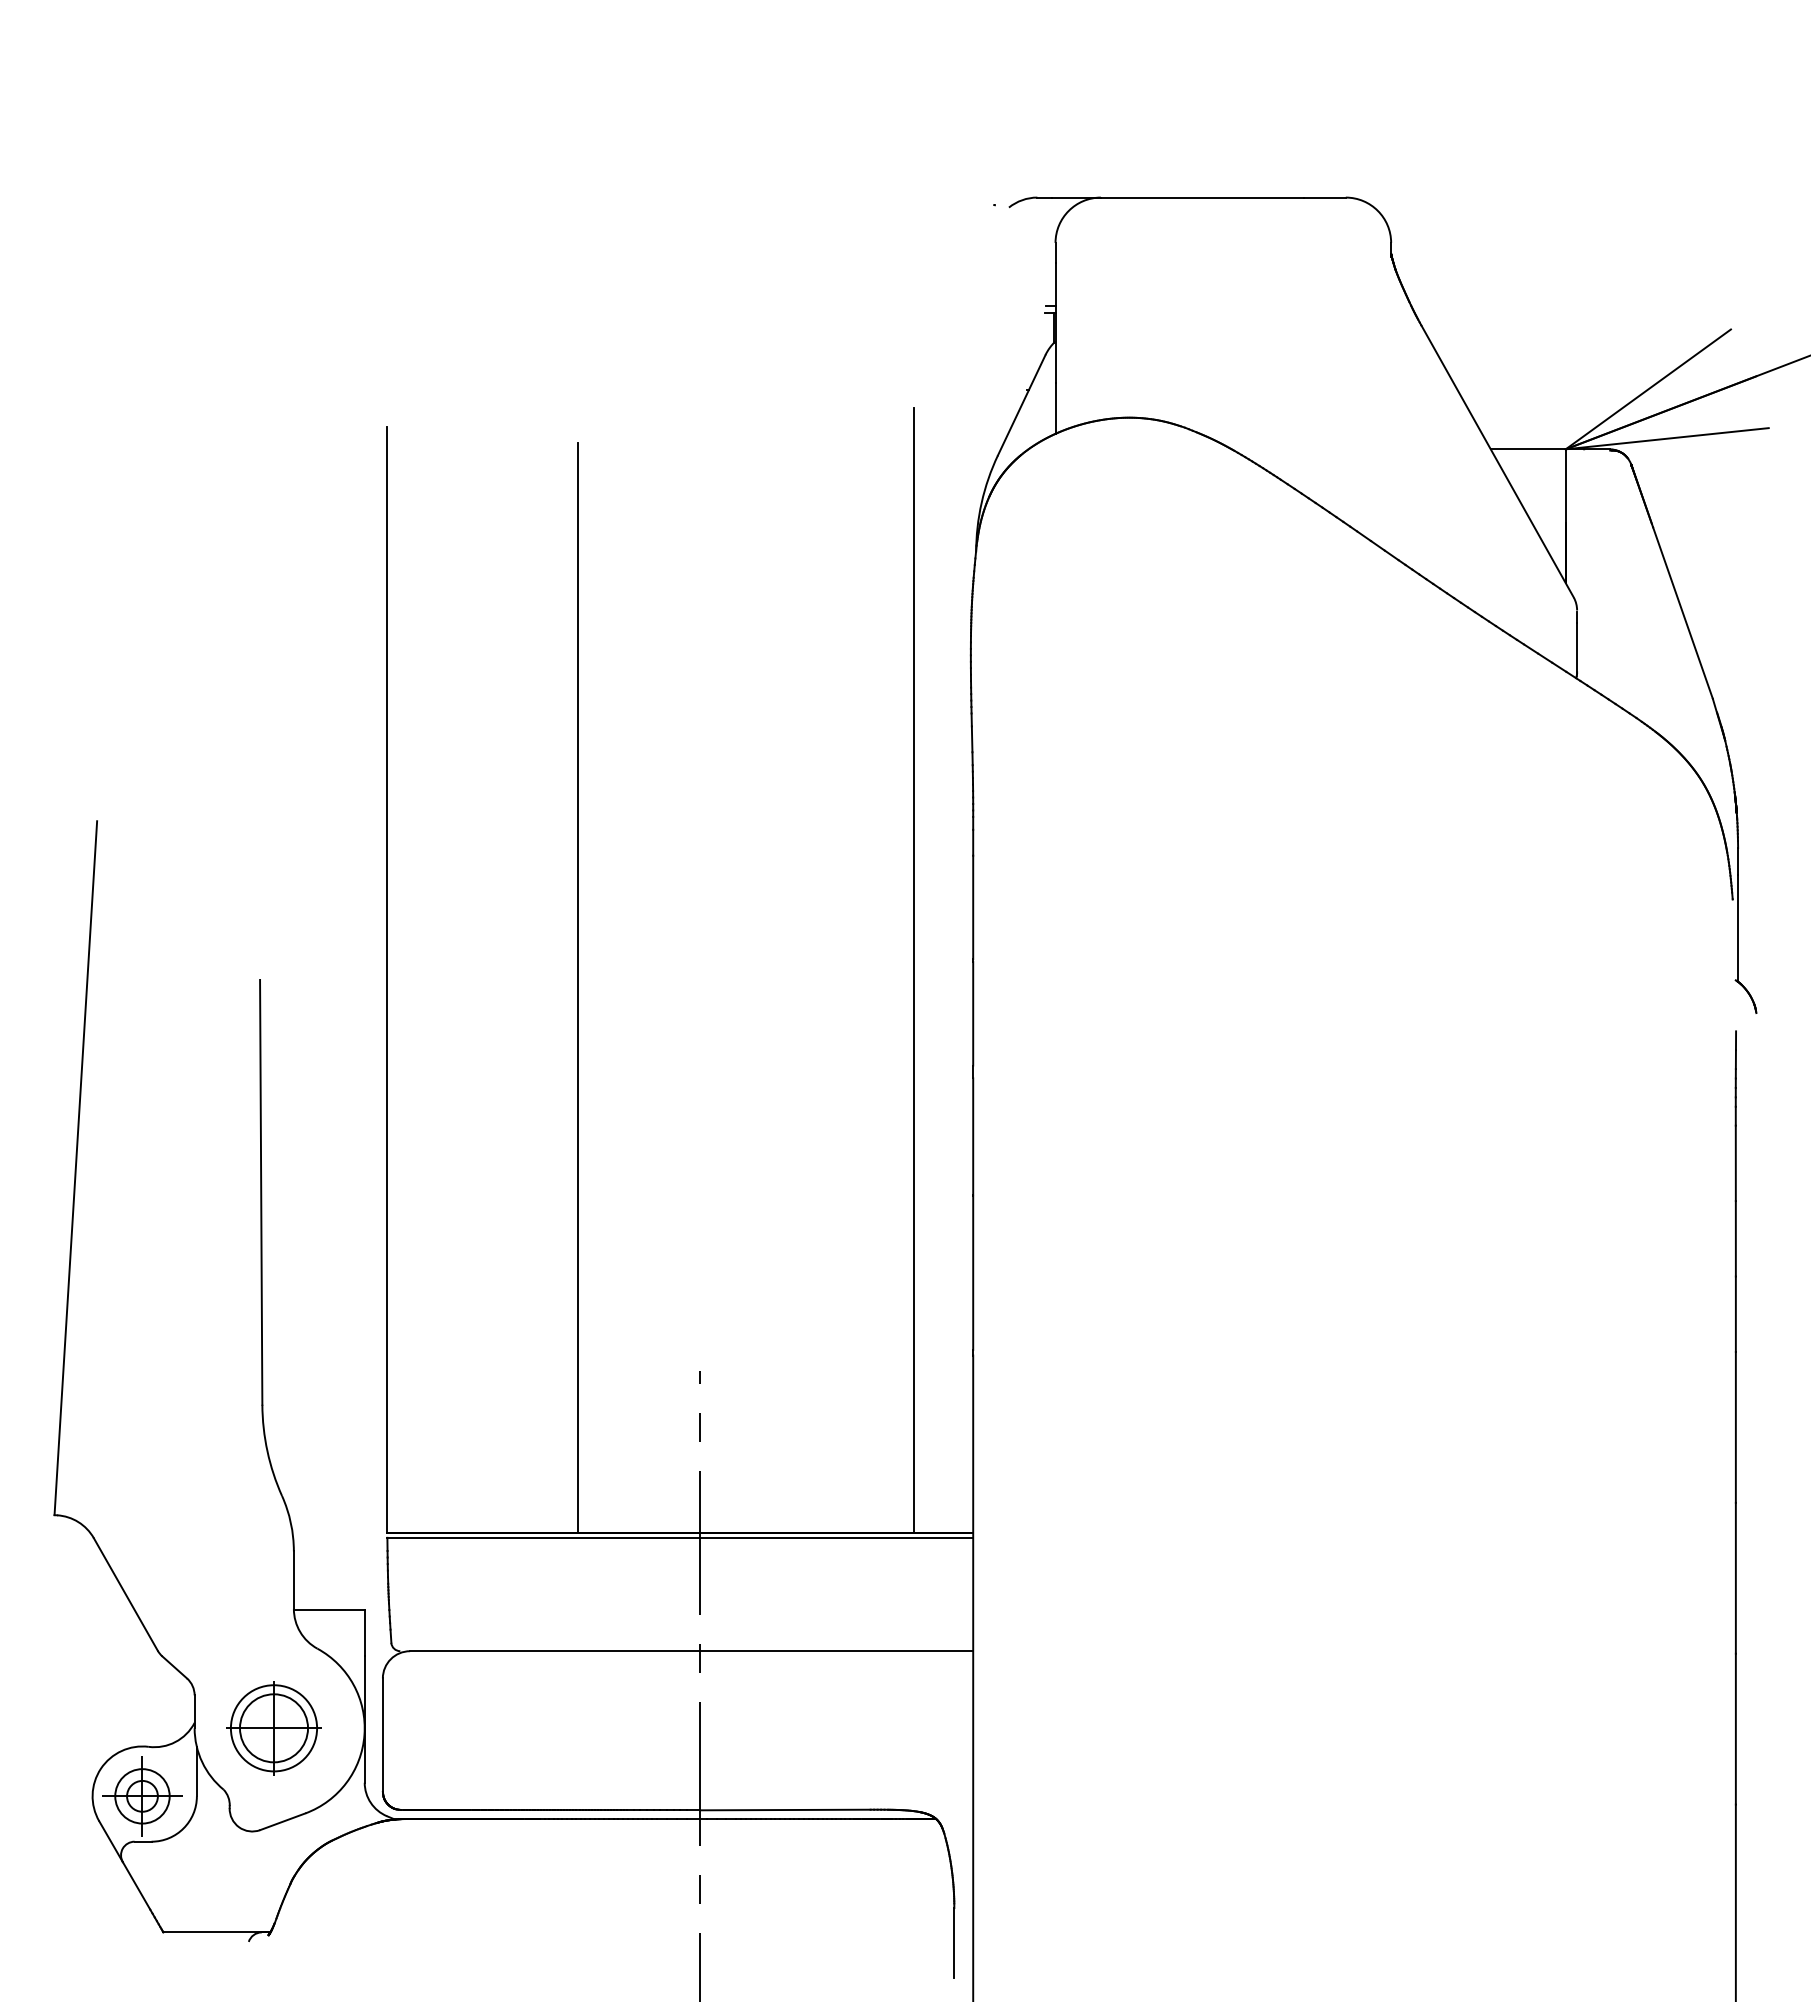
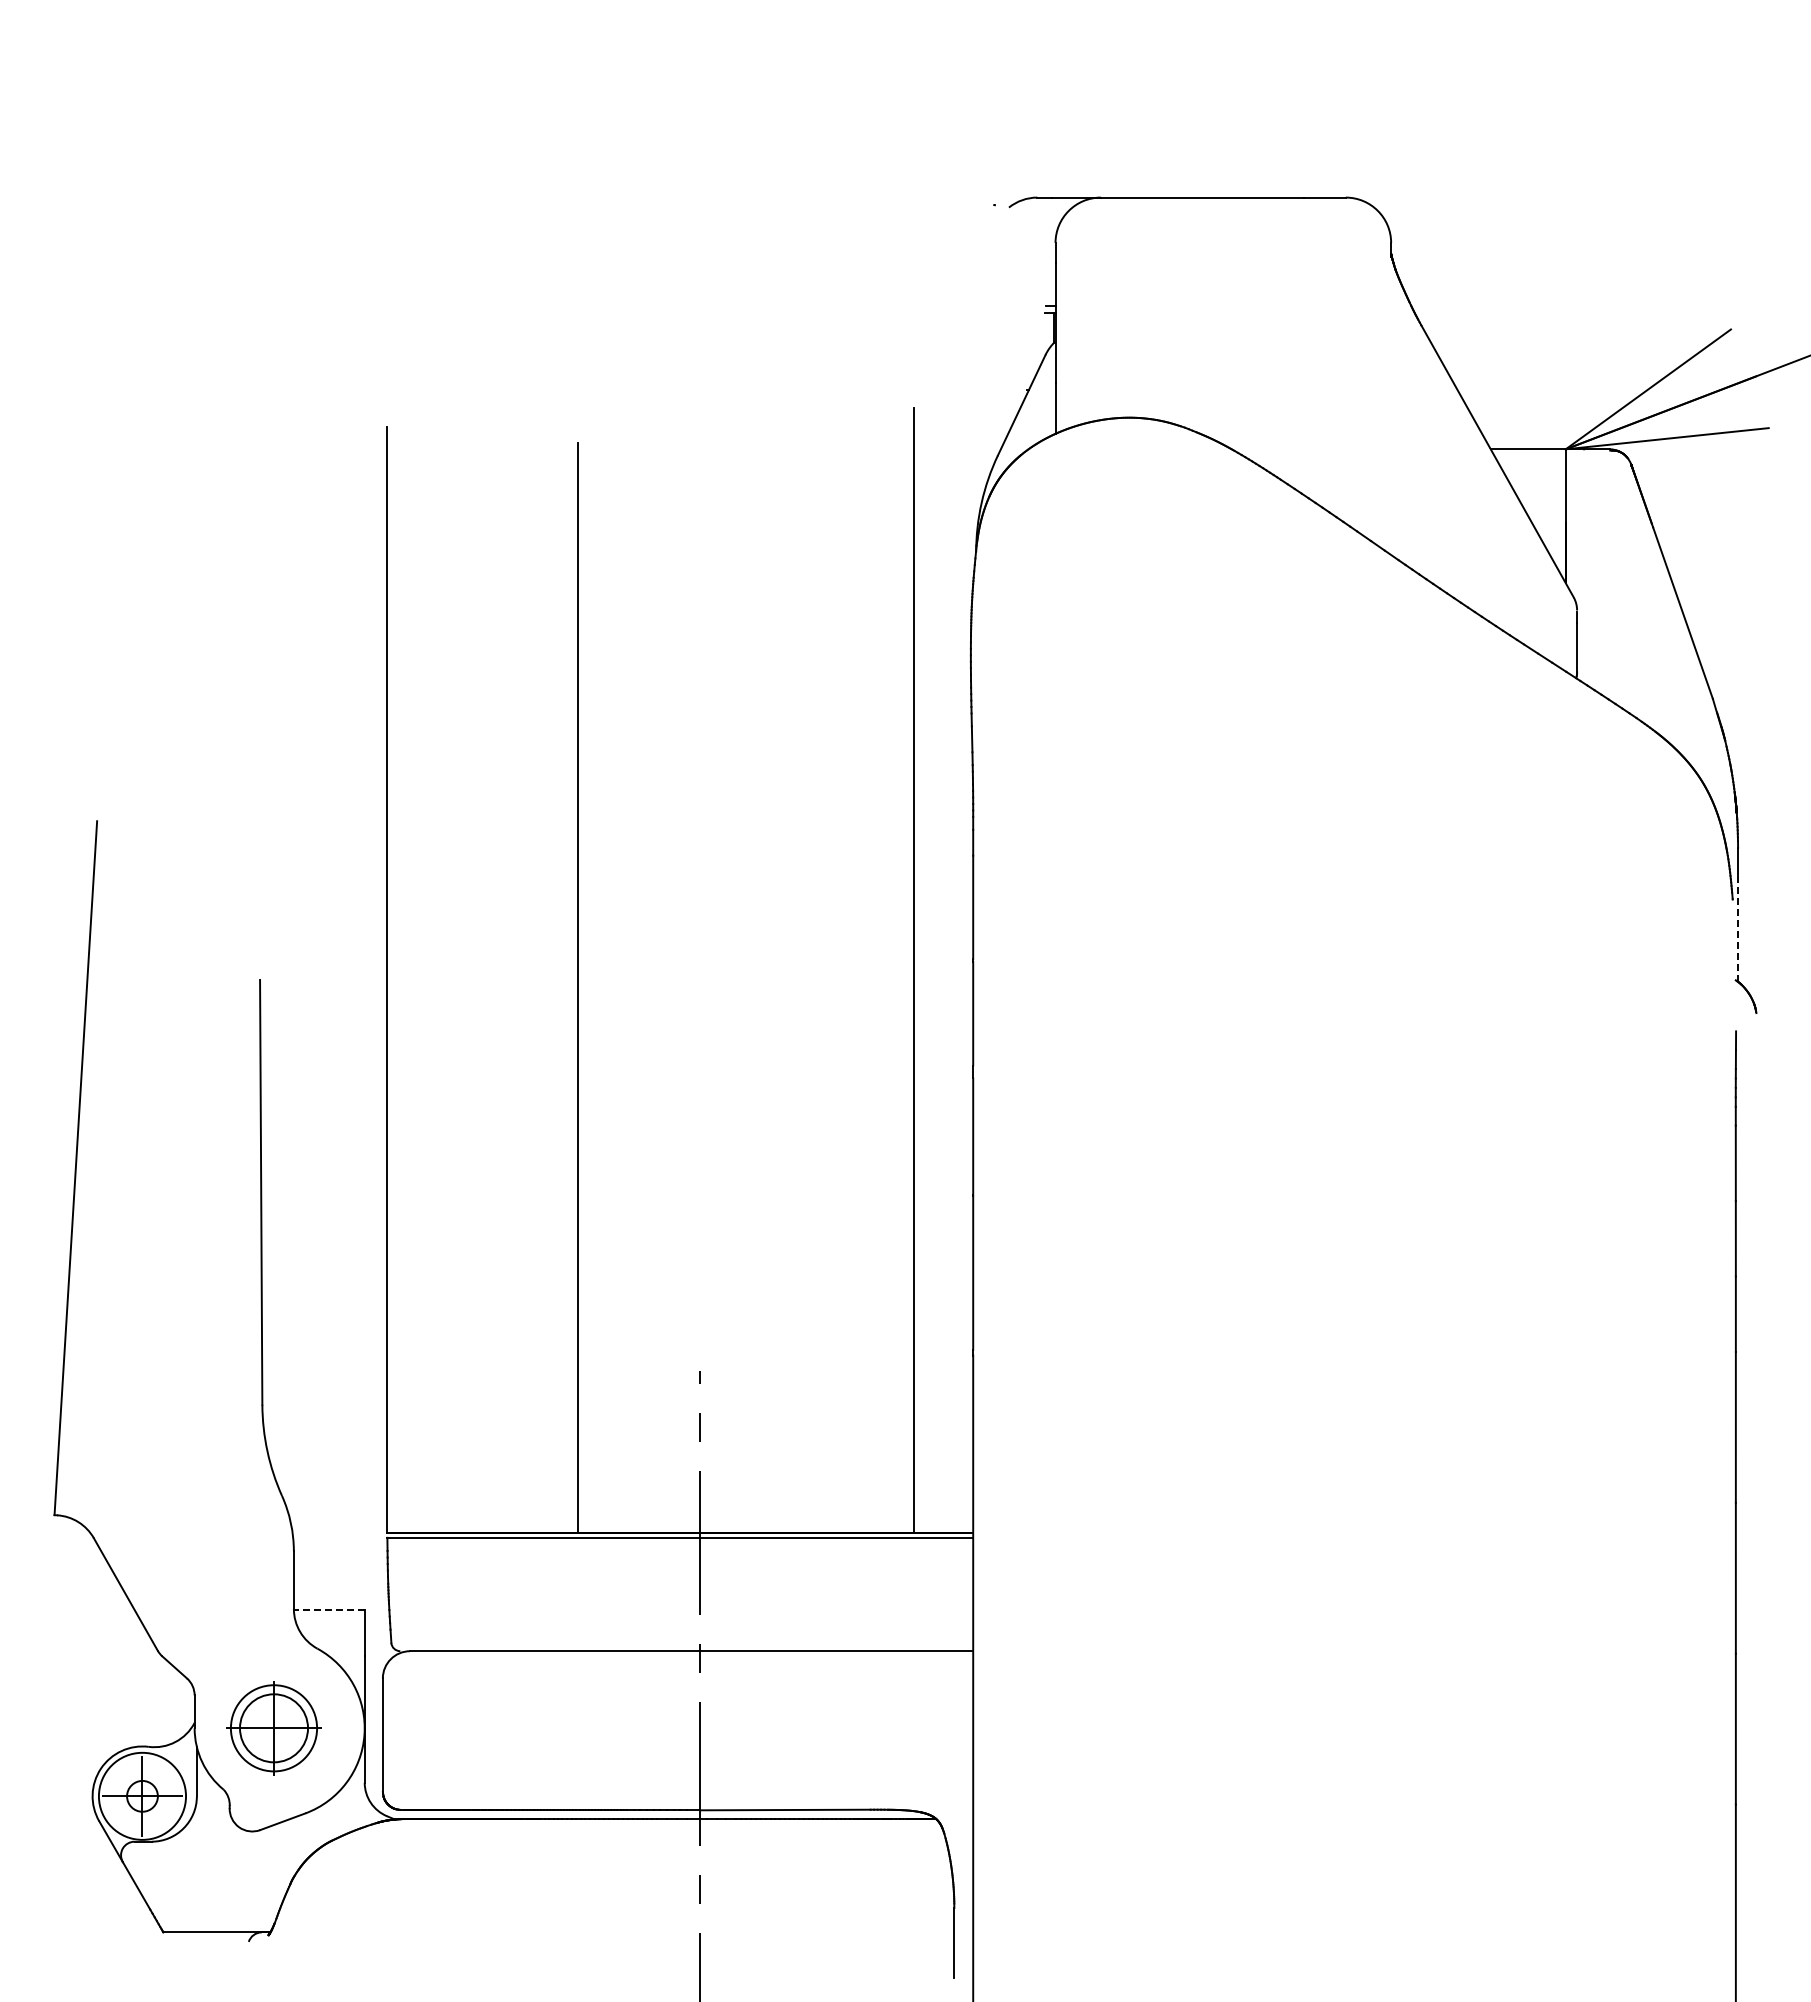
line at (1738, 928): solid -> dashed
line at (328, 1610): solid -> dashed
circle at (142, 1796) diameter: 54 px -> 87 px
